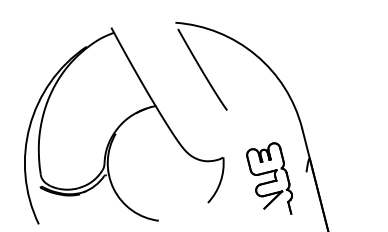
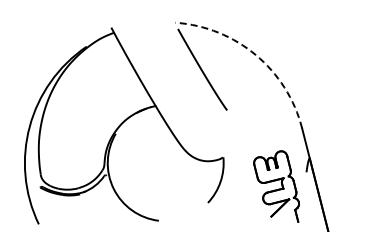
arc at (255, 55): solid -> dashed
part at (269, 178) position: (269, 178) -> (276, 186)
